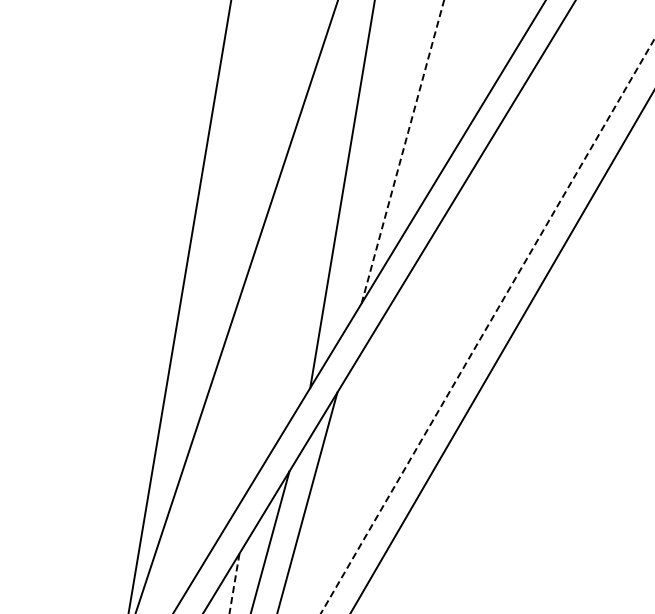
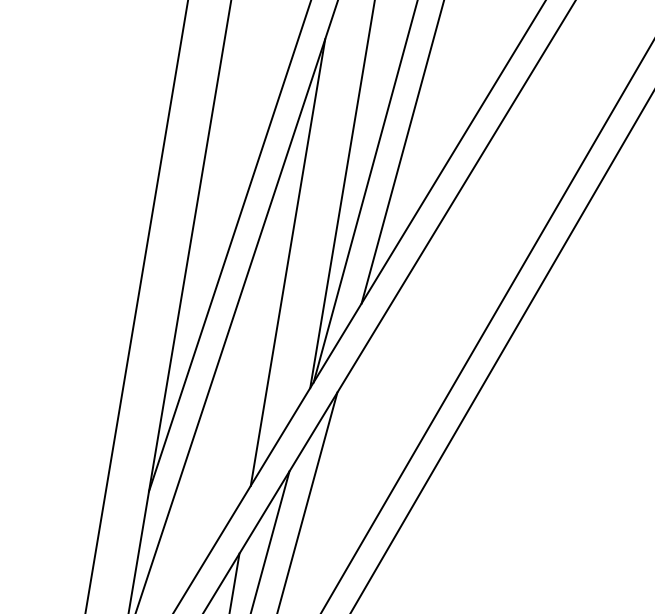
line at (402, 152): dashed -> solid
line at (364, 192): none -> present
line at (229, 246): none -> present
line at (287, 262): none -> present
line at (136, 306): none -> present
line at (487, 326): dashed -> solid
line at (234, 584): dashed -> solid
